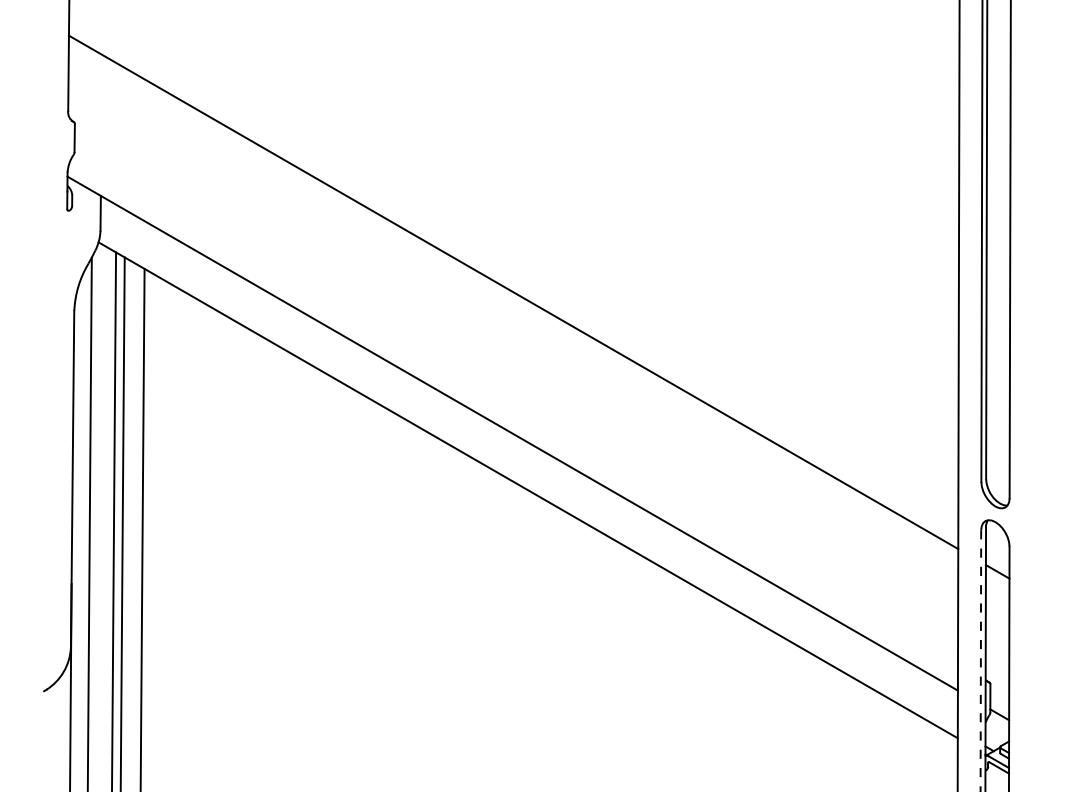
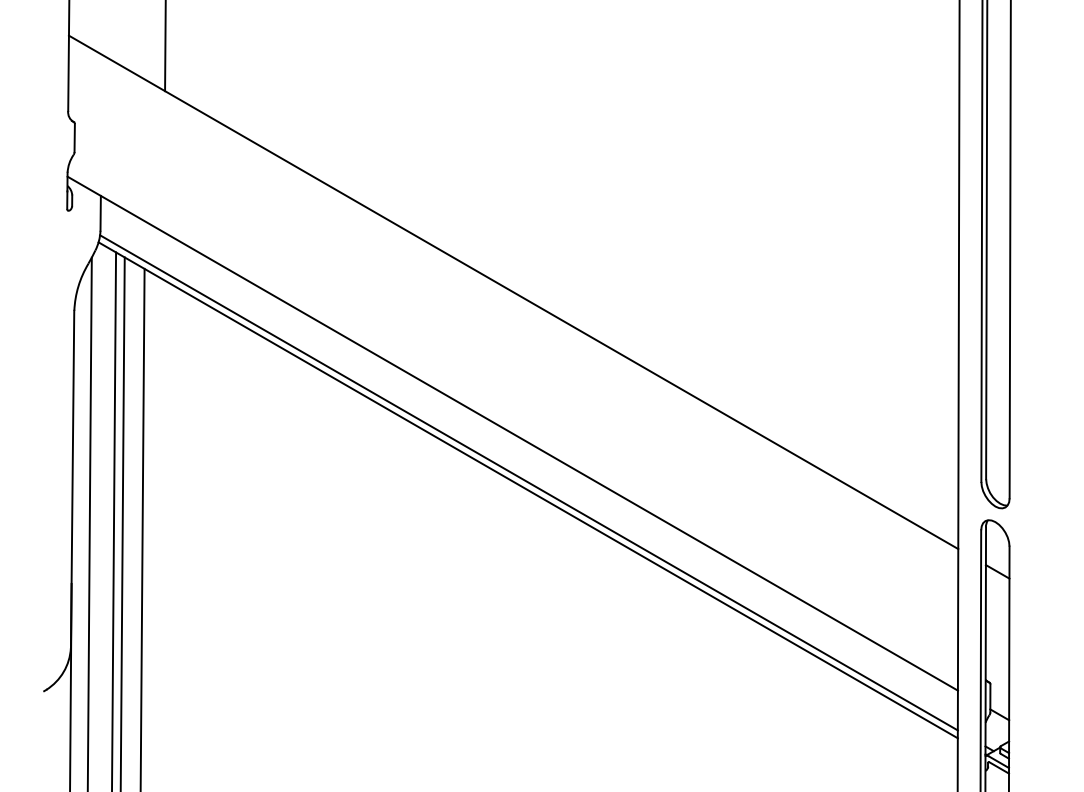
line at (165, 46): none -> present
line at (528, 482): none -> present
line at (980, 661): dashed -> solid
